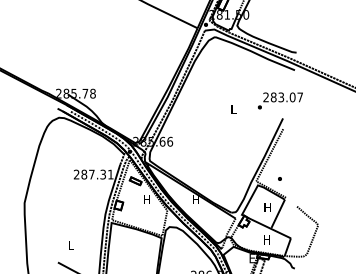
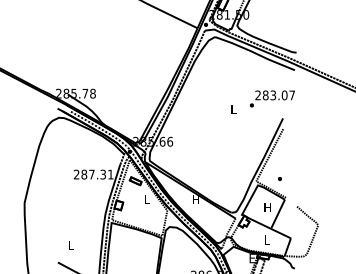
text at (279, 100) position: (279, 100) -> (271, 98)
text at (146, 199): H -> L
text at (266, 239): H -> L
